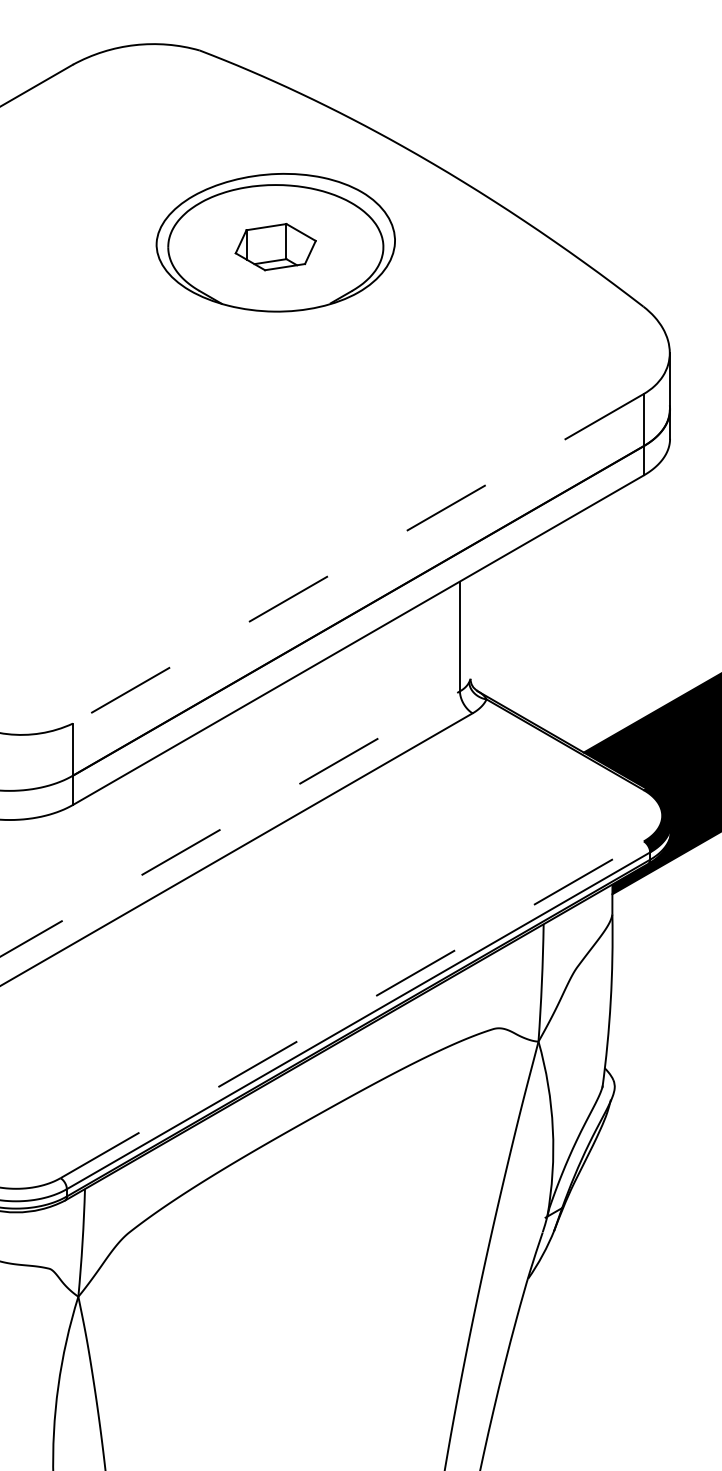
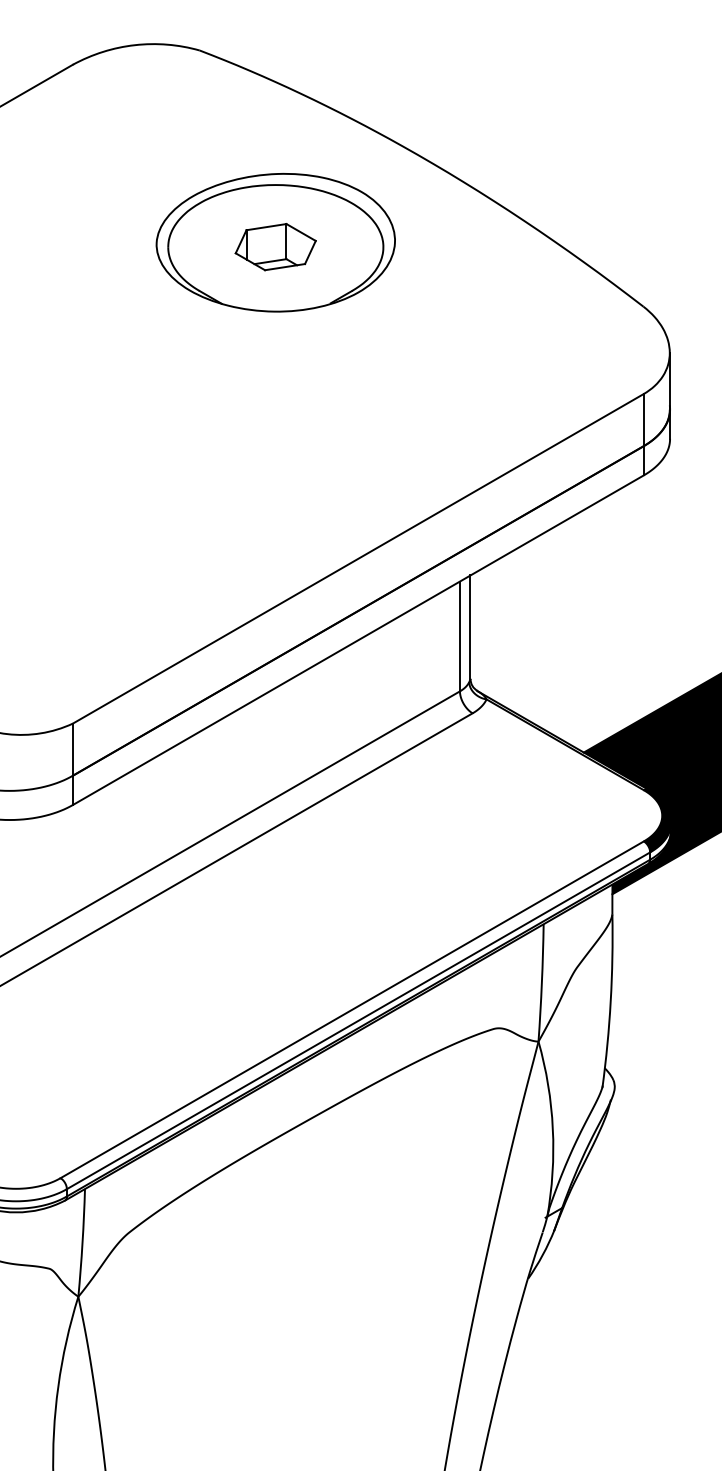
line at (357, 559): dashed -> solid
line at (470, 626): none -> present
line at (230, 823): dashed -> solid
line at (352, 1009): dashed -> solid
